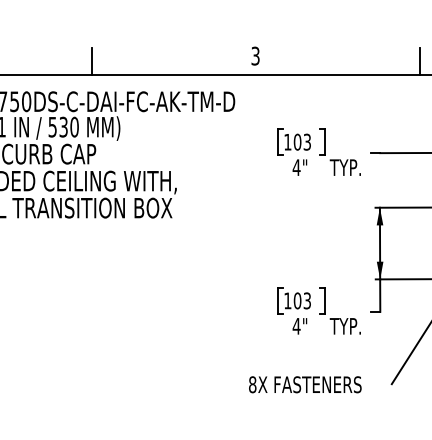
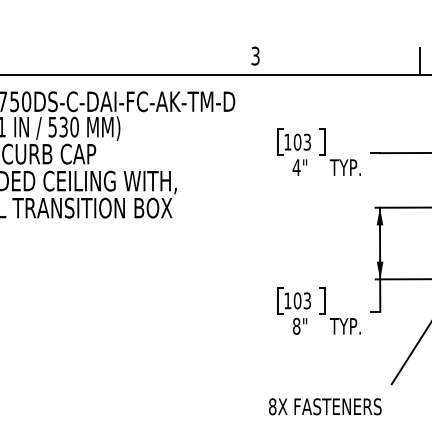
line at (92, 61): present -> none
text at (296, 325): 4" -> 8"
part at (305, 384) position: (305, 384) -> (325, 406)
